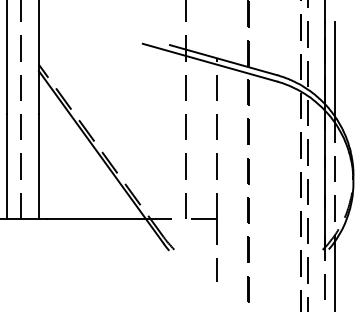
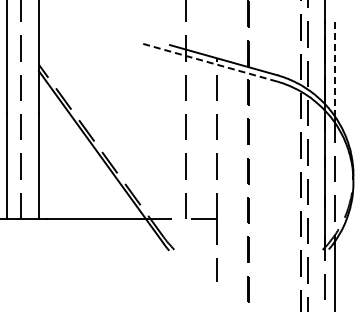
line at (209, 62): solid -> dashed
line at (335, 70): solid -> dashed
